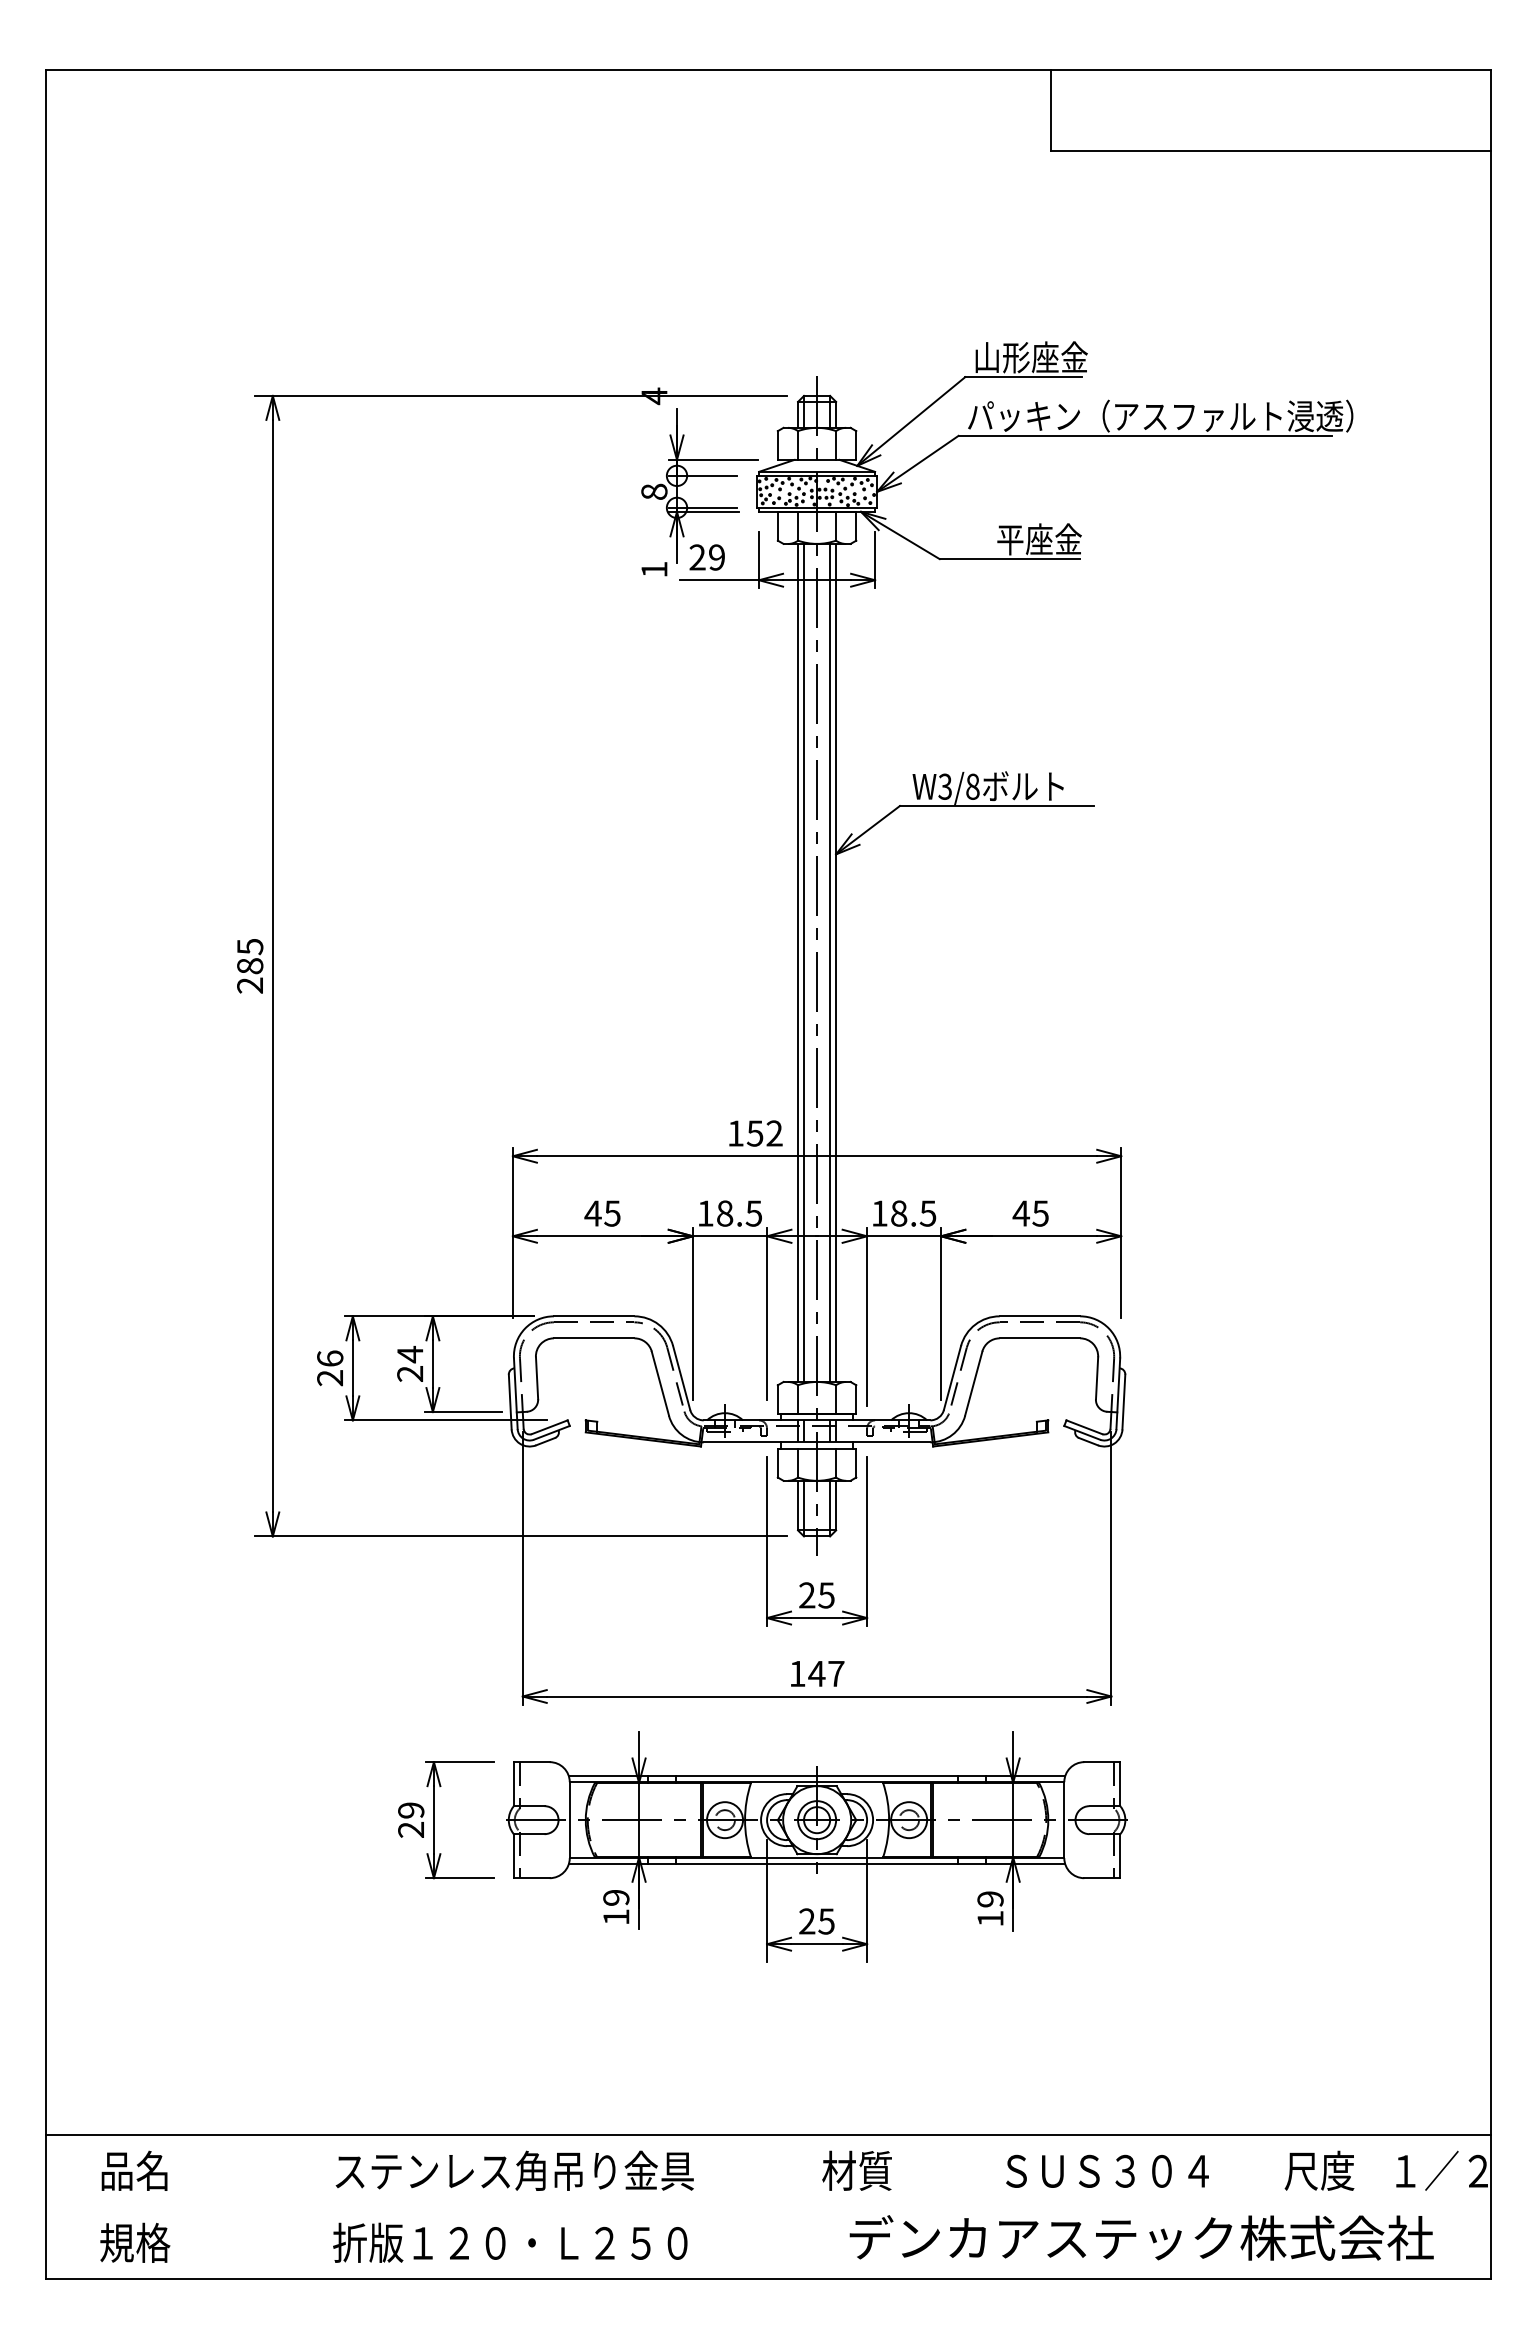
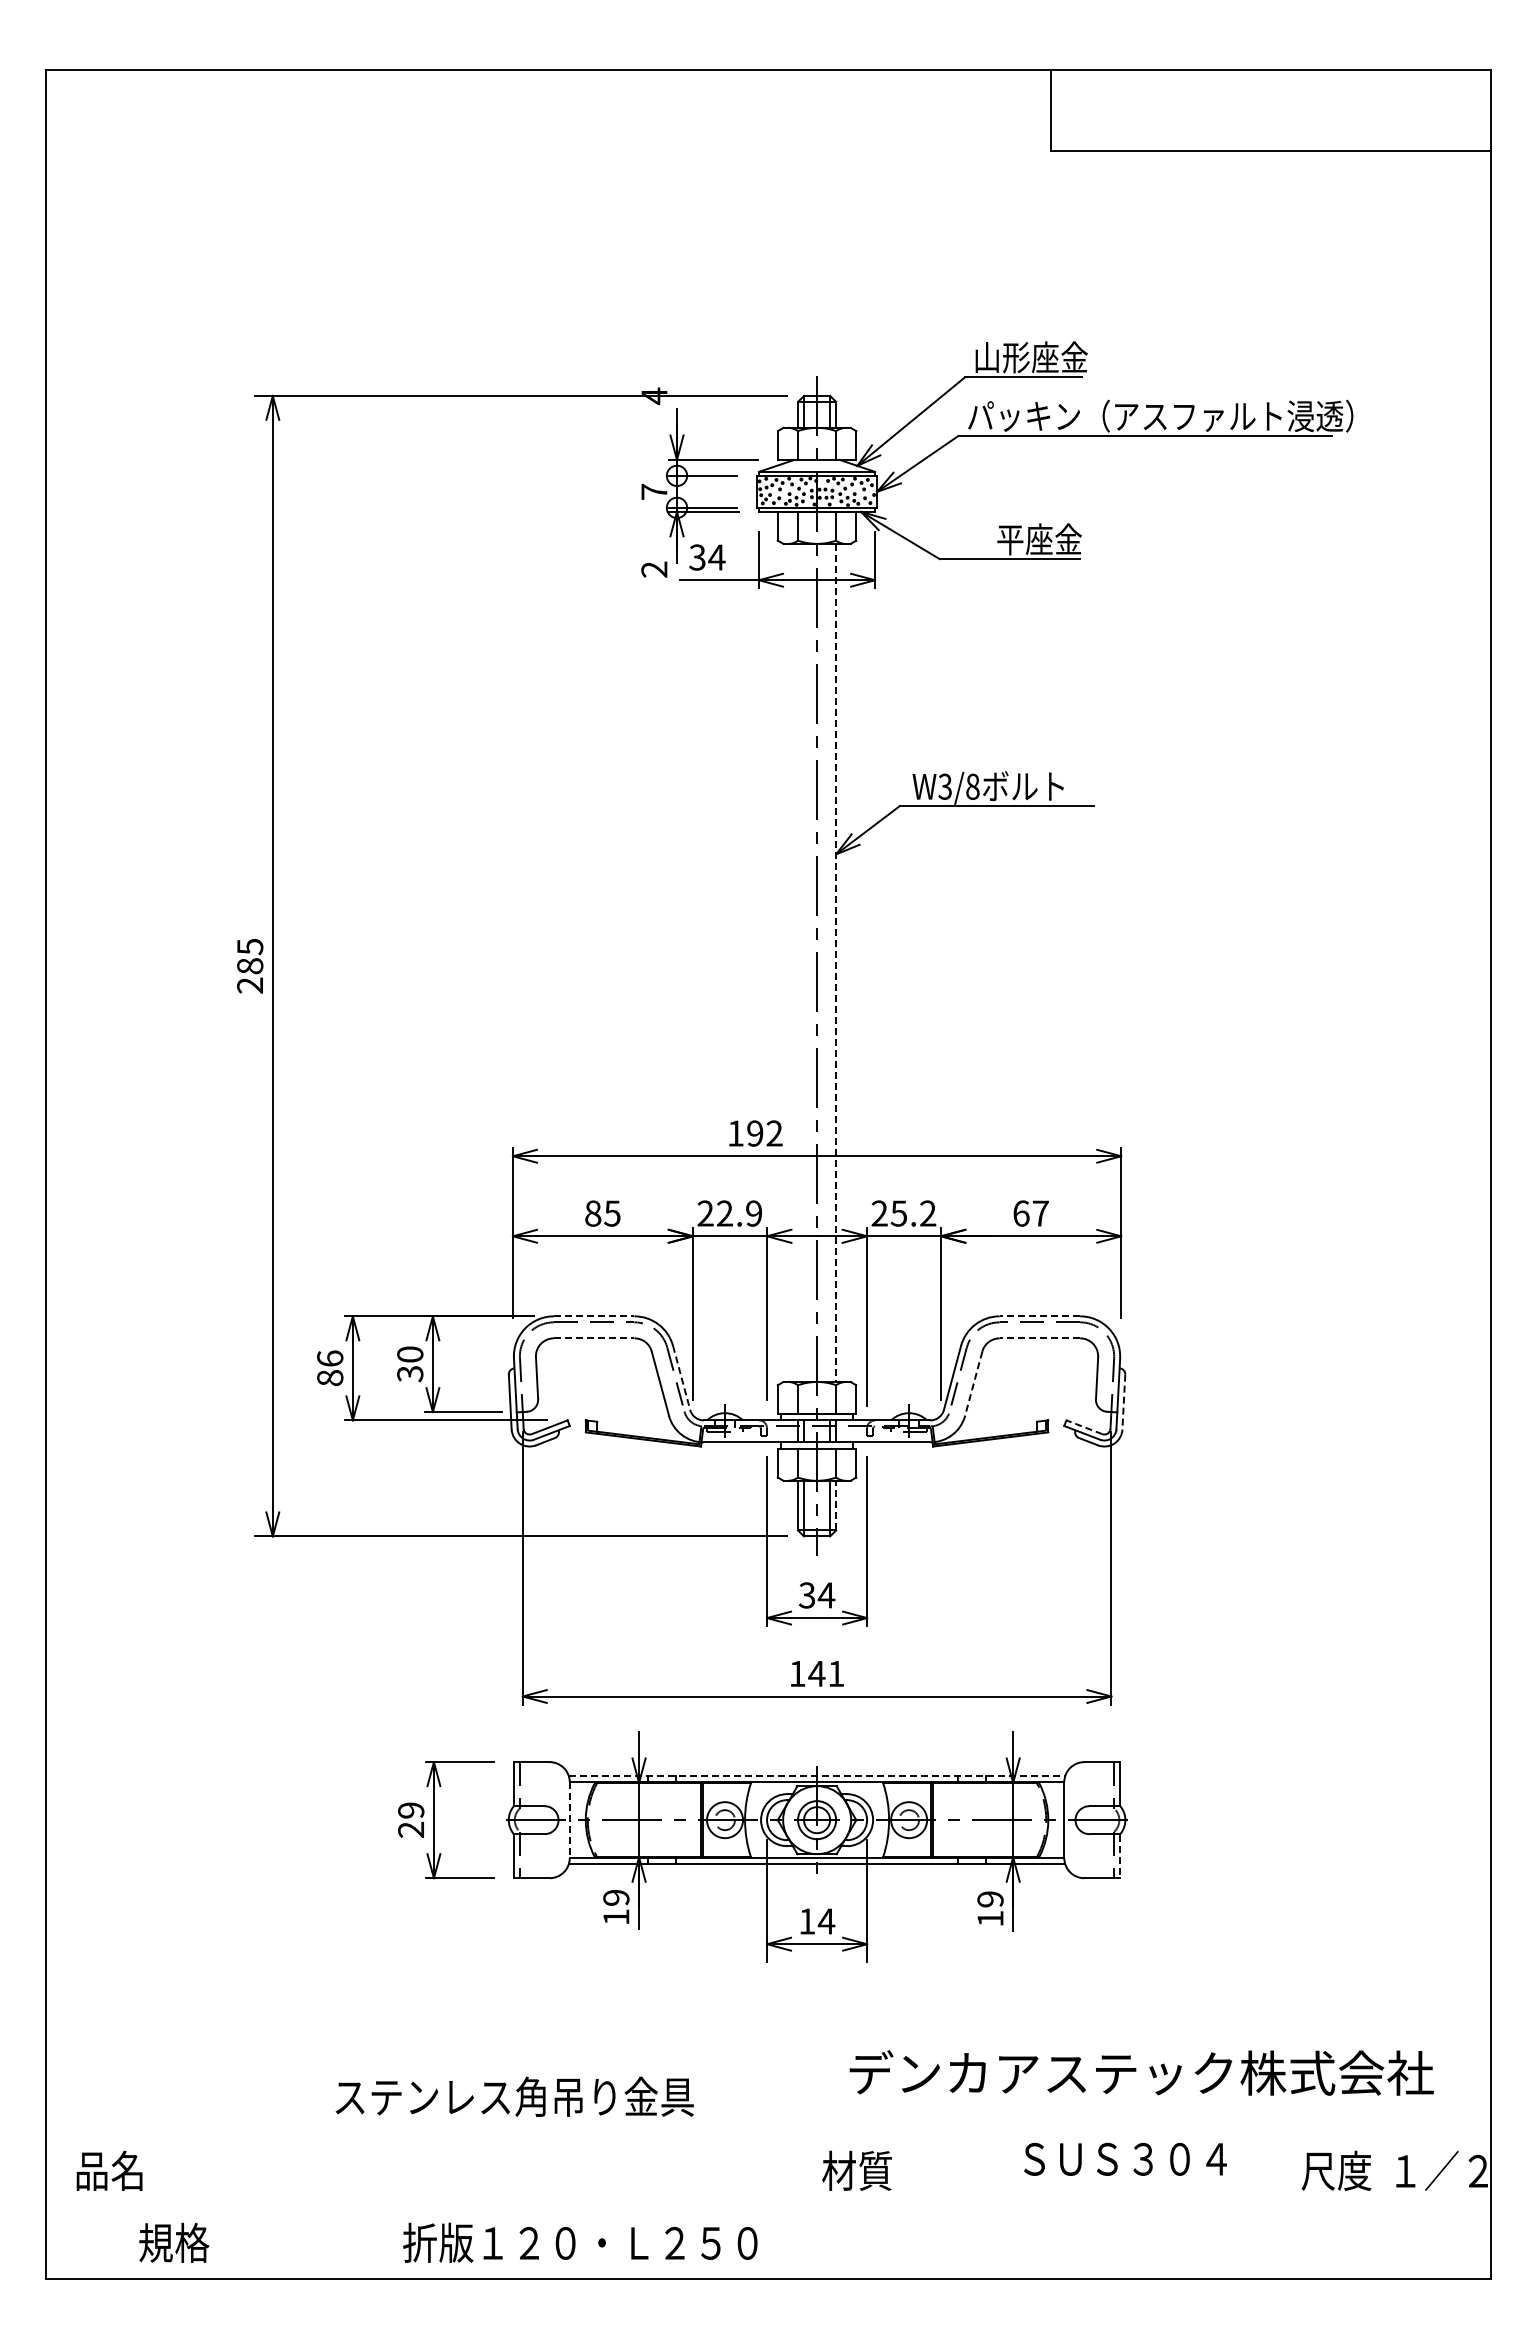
text at (654, 491): 8 -> 7
text at (707, 557): 29 -> 34
text at (654, 569): 1 -> 2
line at (798, 962): present -> none
line at (804, 962): present -> none
line at (830, 962): present -> none
line at (836, 963): solid -> dashed
text at (754, 1133): 152 -> 192
text at (592, 1213): 45 -> 85
text at (729, 1213): 18.5 -> 22.9
text at (903, 1213): 18.5 -> 25.2
text at (1030, 1213): 45 -> 67
line at (594, 1316): solid -> dashed
line at (1039, 1316): solid -> dashed
line at (594, 1338): solid -> dashed
line at (1039, 1338): solid -> dashed
text at (410, 1363): 24 -> 30
text at (330, 1378): 26 -> 86
line at (681, 1378): solid -> dashed
line at (973, 1384): solid -> dashed
line at (1123, 1402): solid -> dashed
line at (1083, 1427): solid -> dashed
line at (836, 1505): solid -> dashed
text at (817, 1595): 25 -> 34
text at (836, 1673): 147 -> 141
line at (817, 1776): solid -> dashed
line at (569, 1820): solid -> dashed
line at (1120, 1856): solid -> dashed
text at (817, 1921): 25 -> 14
line at (768, 2135): present -> none
text at (134, 2170) position: (134, 2170) -> (109, 2170)
text at (514, 2170) position: (514, 2170) -> (514, 2096)
text at (1107, 2170) position: (1107, 2170) -> (1125, 2158)
text at (1319, 2170) position: (1319, 2170) -> (1336, 2170)
text at (1141, 2237) position: (1141, 2237) -> (1141, 2072)
text at (135, 2242) position: (135, 2242) -> (174, 2242)
text at (510, 2242) position: (510, 2242) -> (580, 2242)
